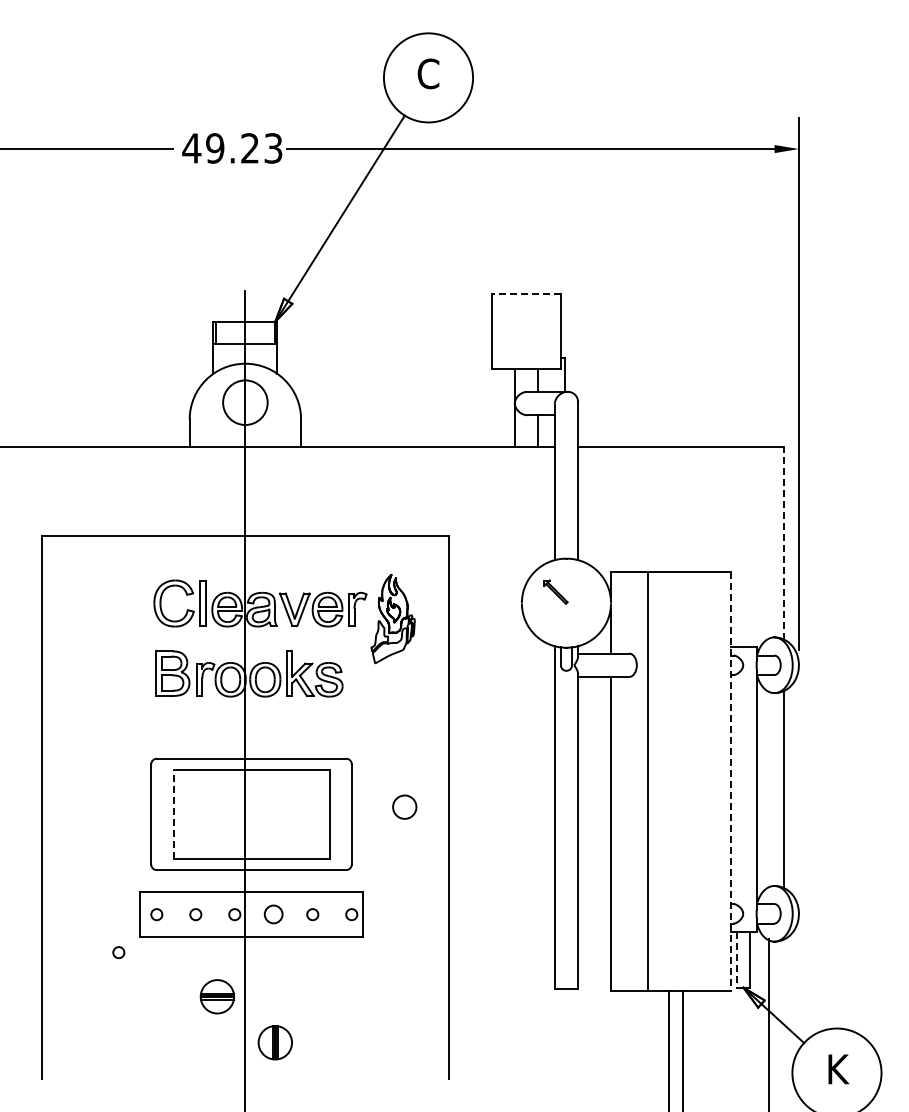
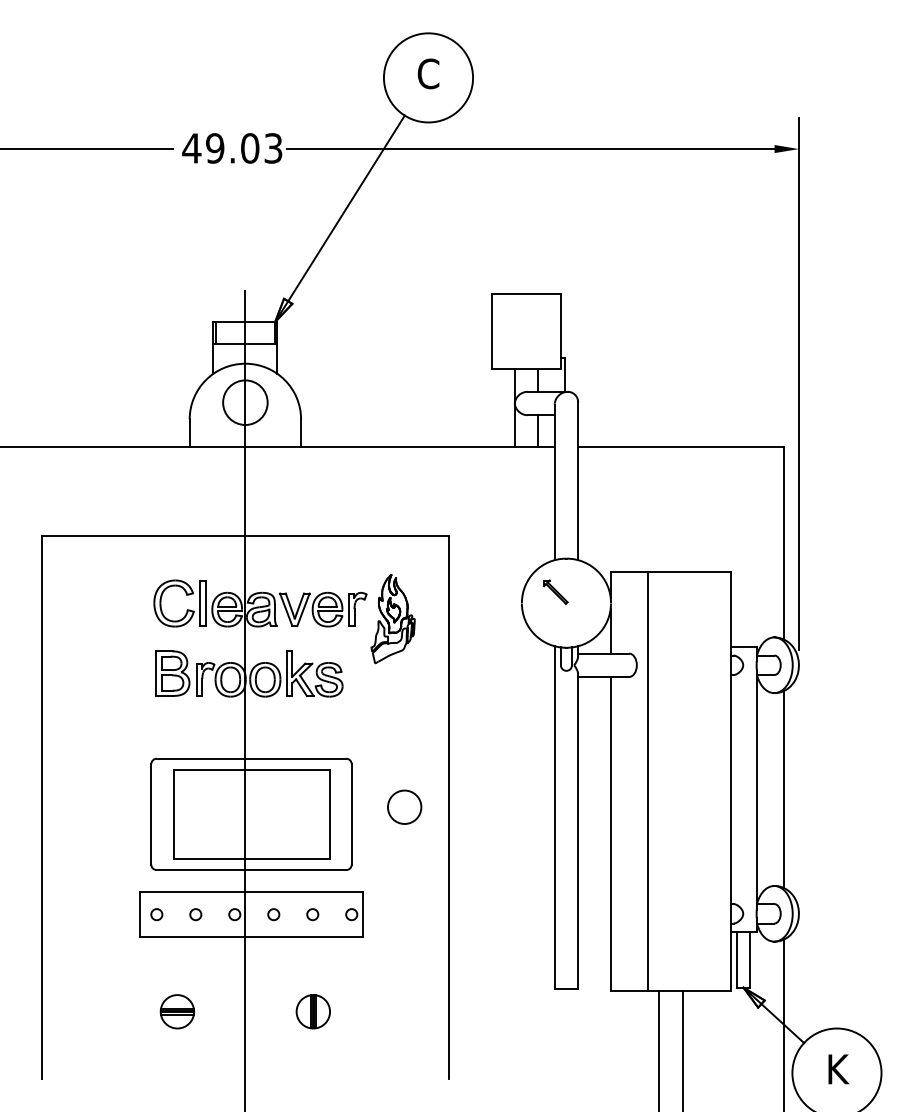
text at (250, 148): 49.23 -> 49.03
line at (526, 294): dashed -> solid
line at (784, 542): dashed -> solid
line at (731, 781): dashed -> solid
circle at (404, 806) size: 26x26 px -> 36x36 px
line at (173, 814): dashed -> solid
circle at (273, 914) size: 21x21 px -> 14x14 px
circle at (118, 952): present -> none
line at (737, 959): dashed -> solid
part at (216, 996) position: (216, 996) -> (176, 1011)
line at (769, 1023) position: (769, 1023) -> (784, 1023)
part at (274, 1042) position: (274, 1042) -> (312, 1011)
line at (669, 1049) position: (669, 1049) -> (659, 1049)
